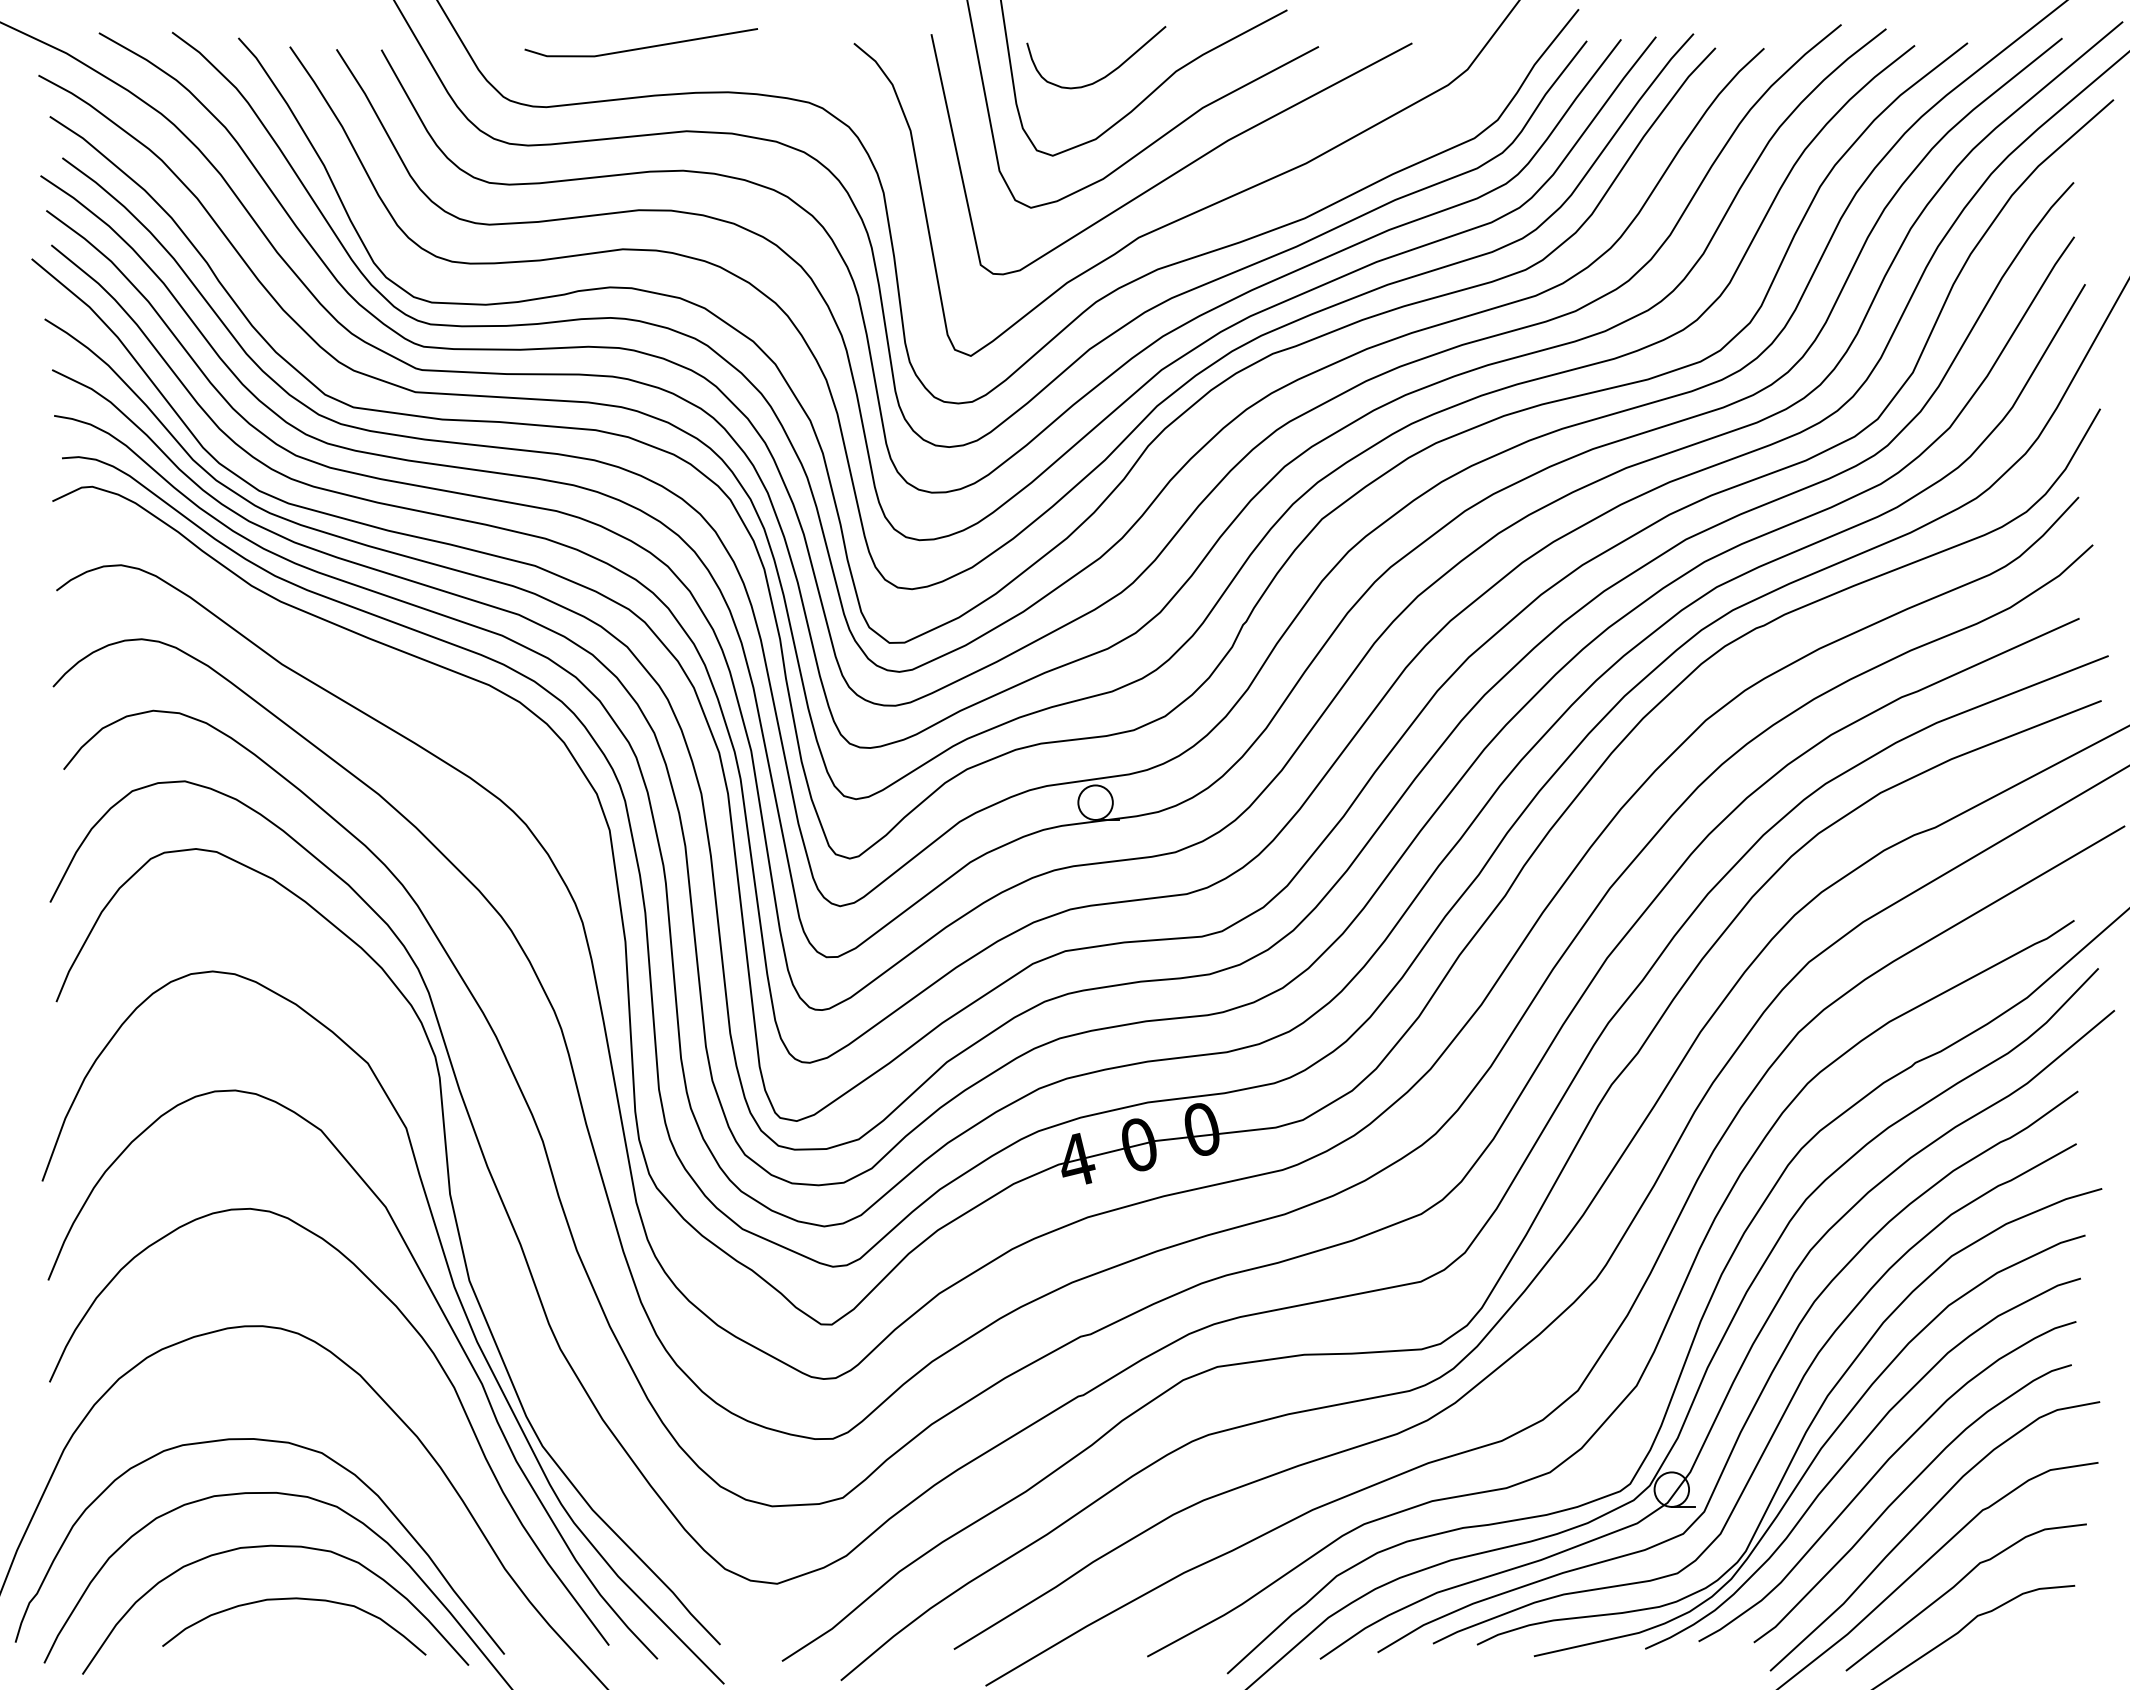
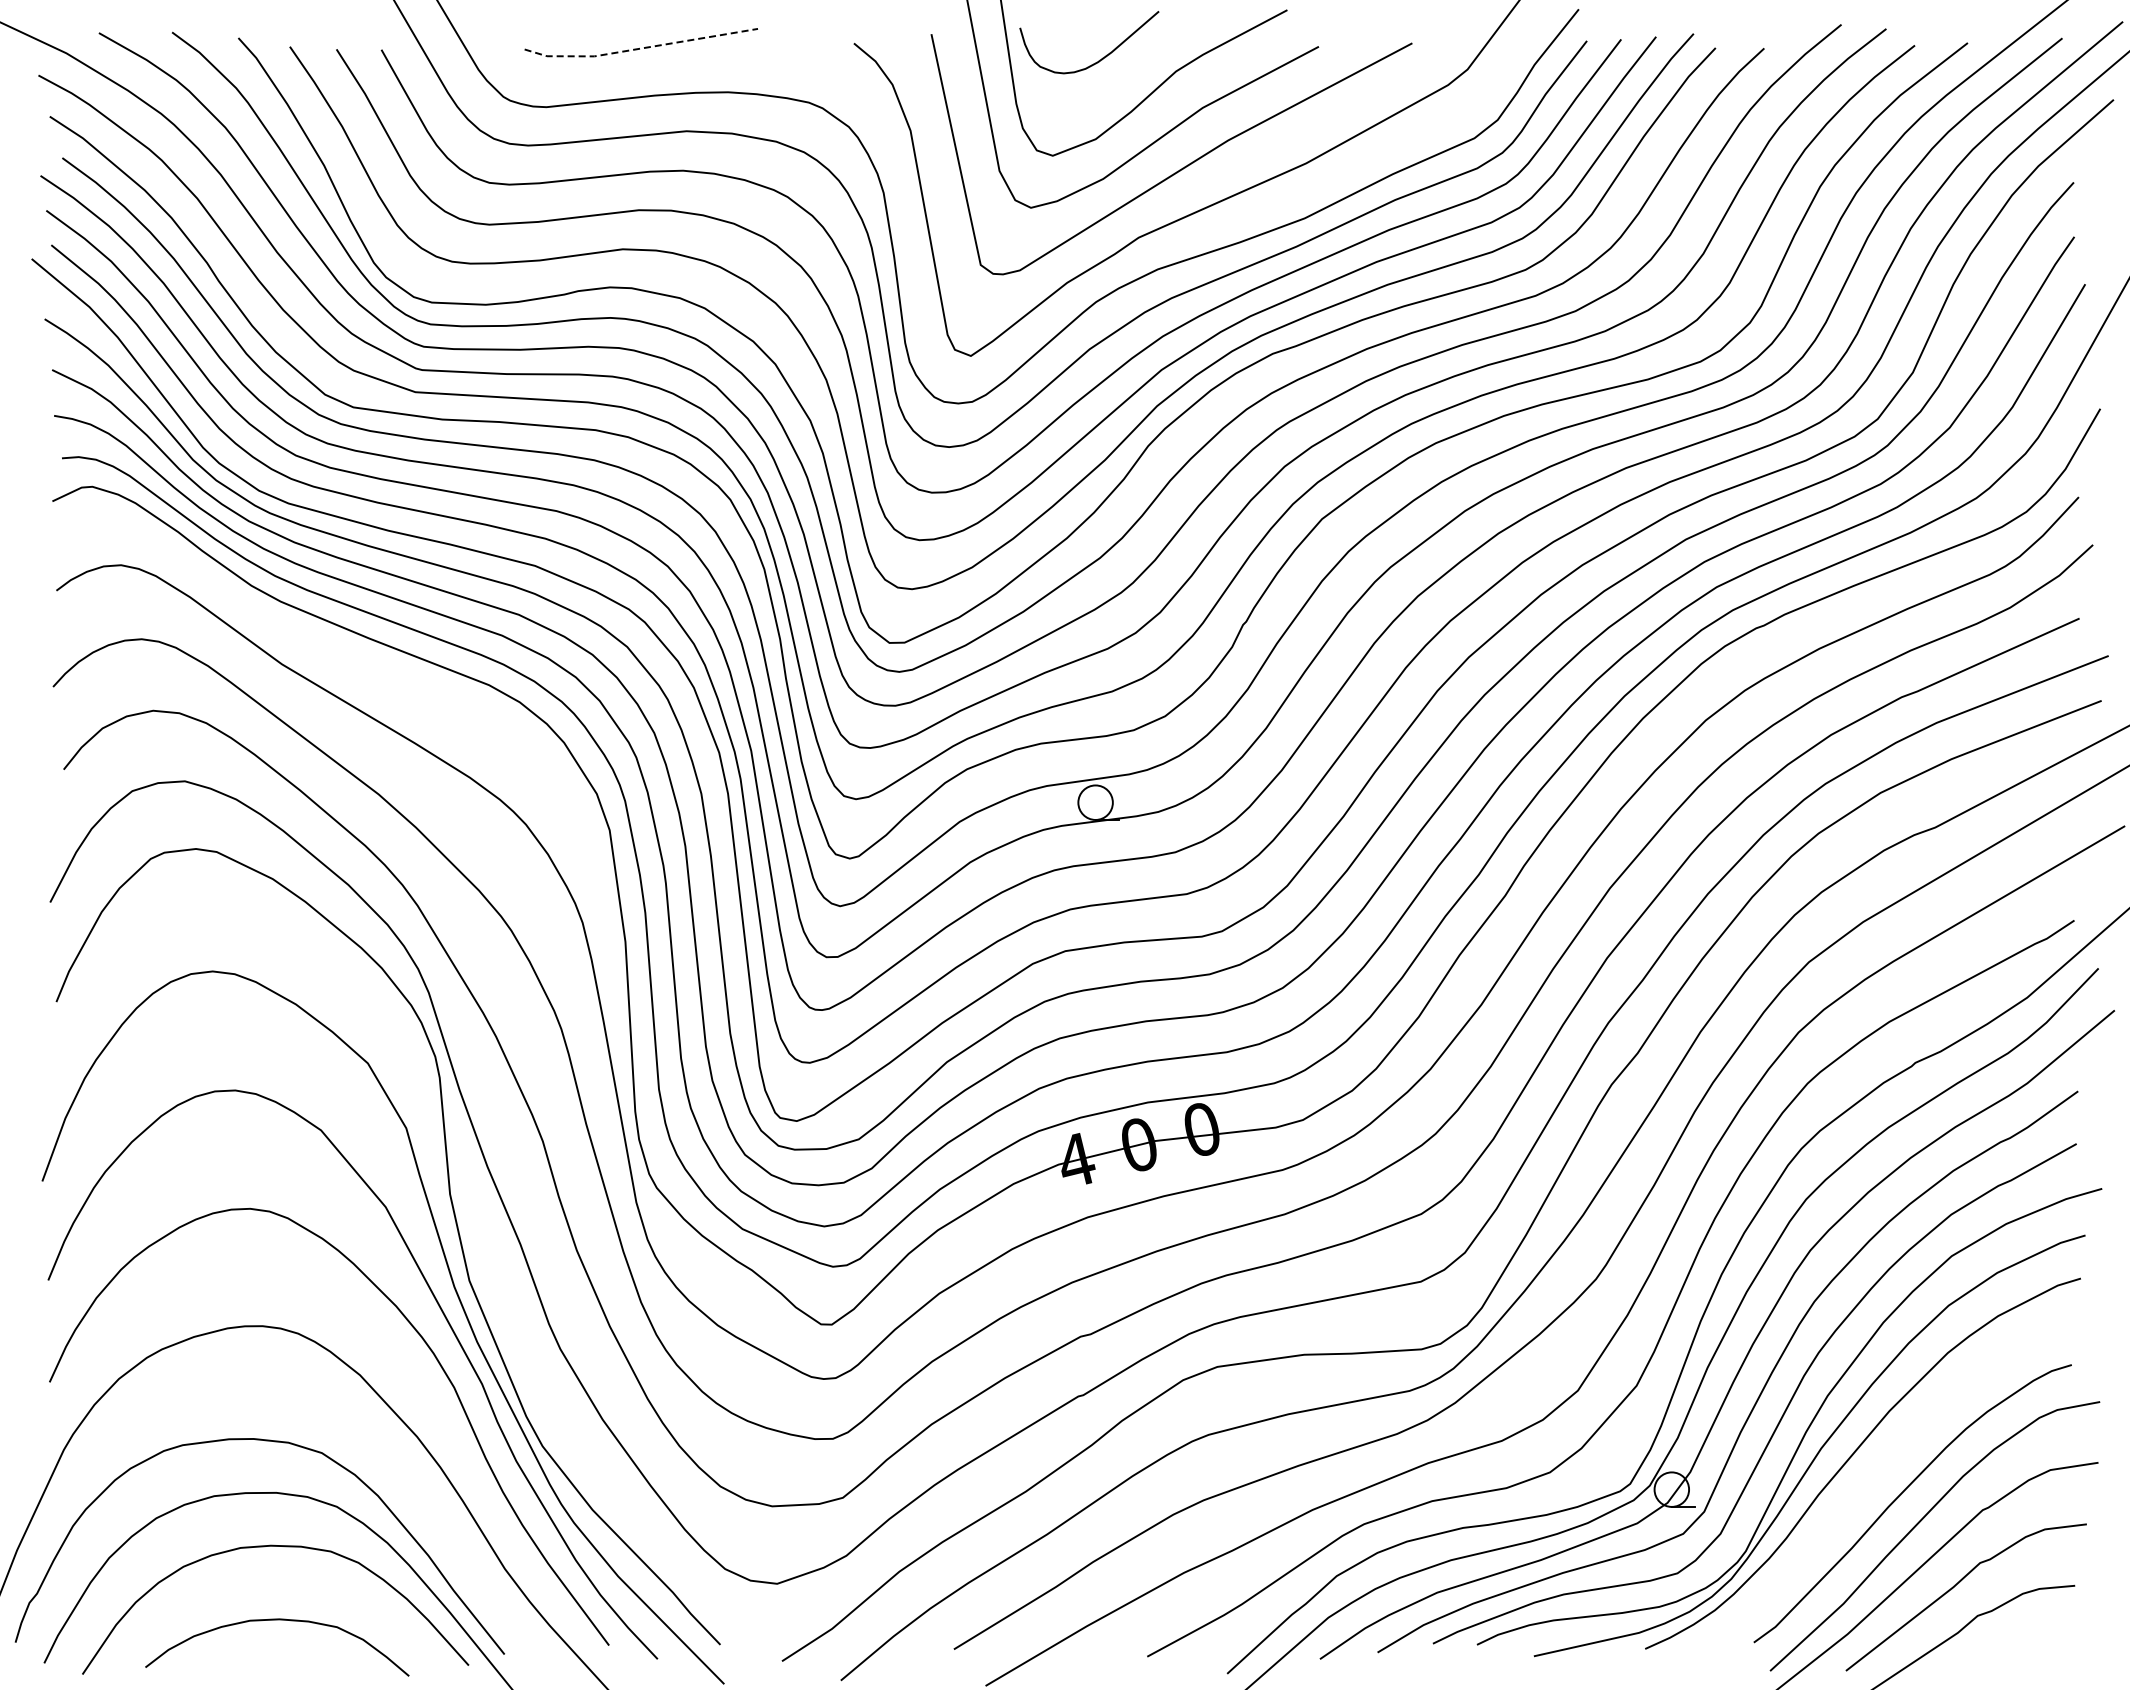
line at (639, 48): solid -> dashed
curve at (1109, 72) position: (1109, 72) -> (1102, 57)
curve at (1878, 1472): present -> none
curve at (294, 1599) position: (294, 1599) -> (277, 1620)
